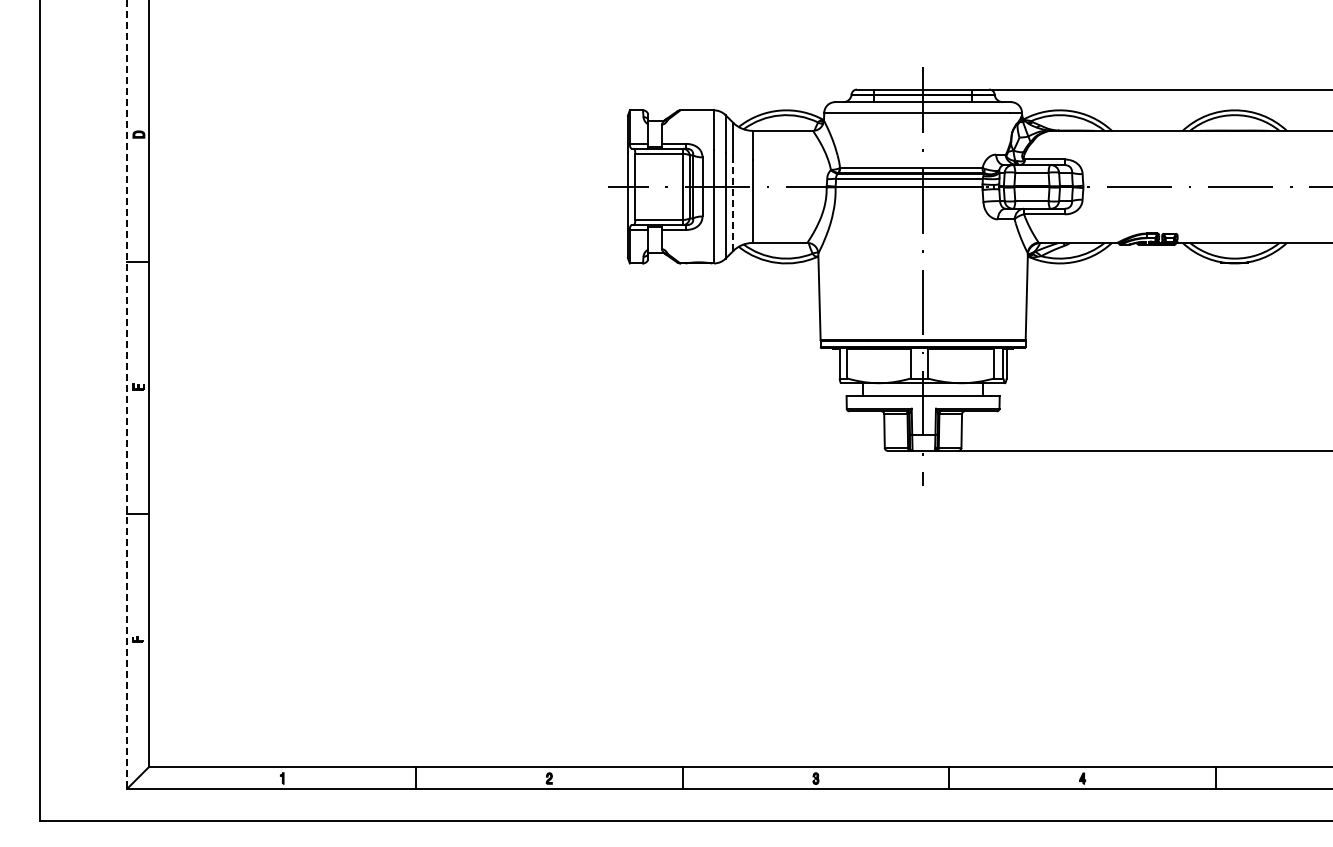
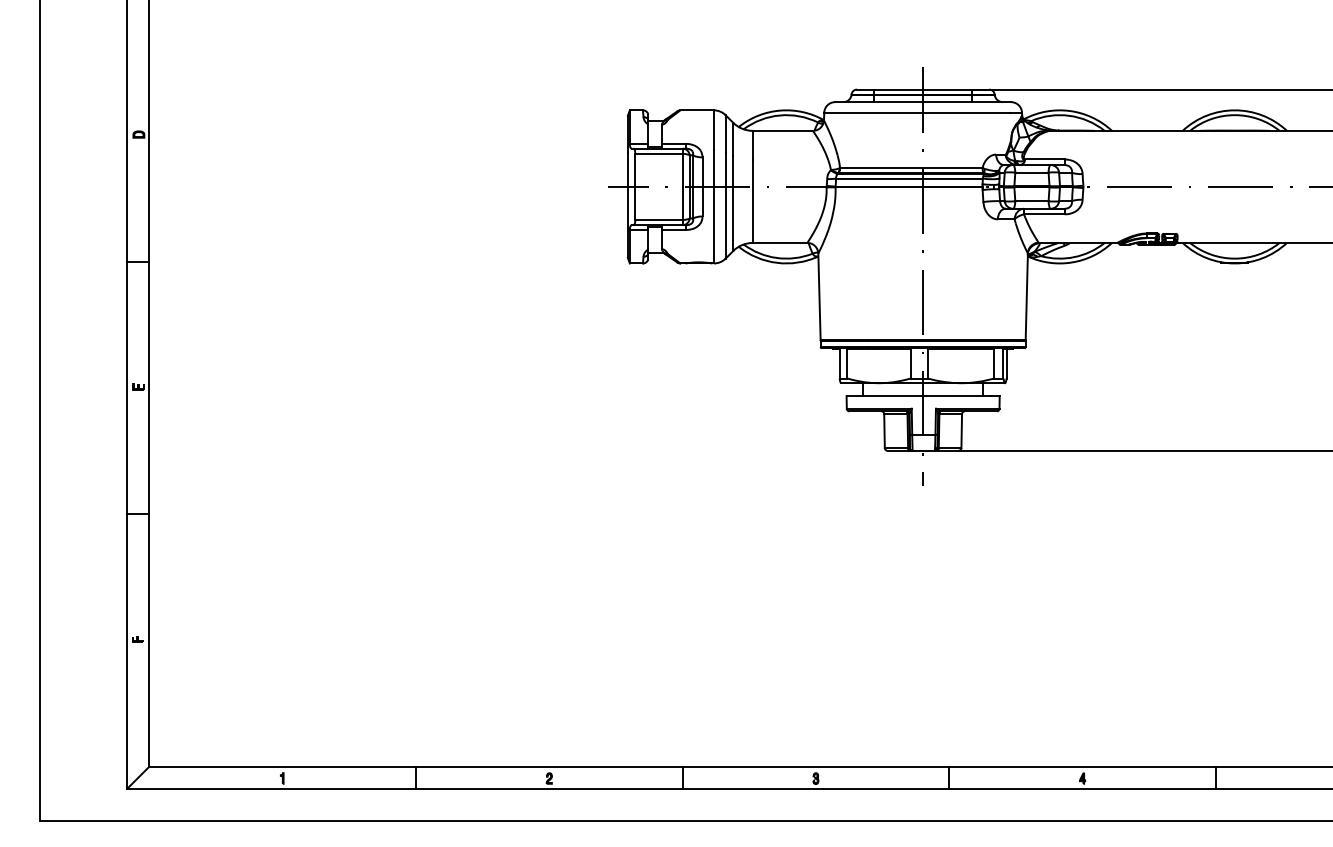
line at (733, 204): dashed -> solid
line at (127, 394): dashed -> solid
